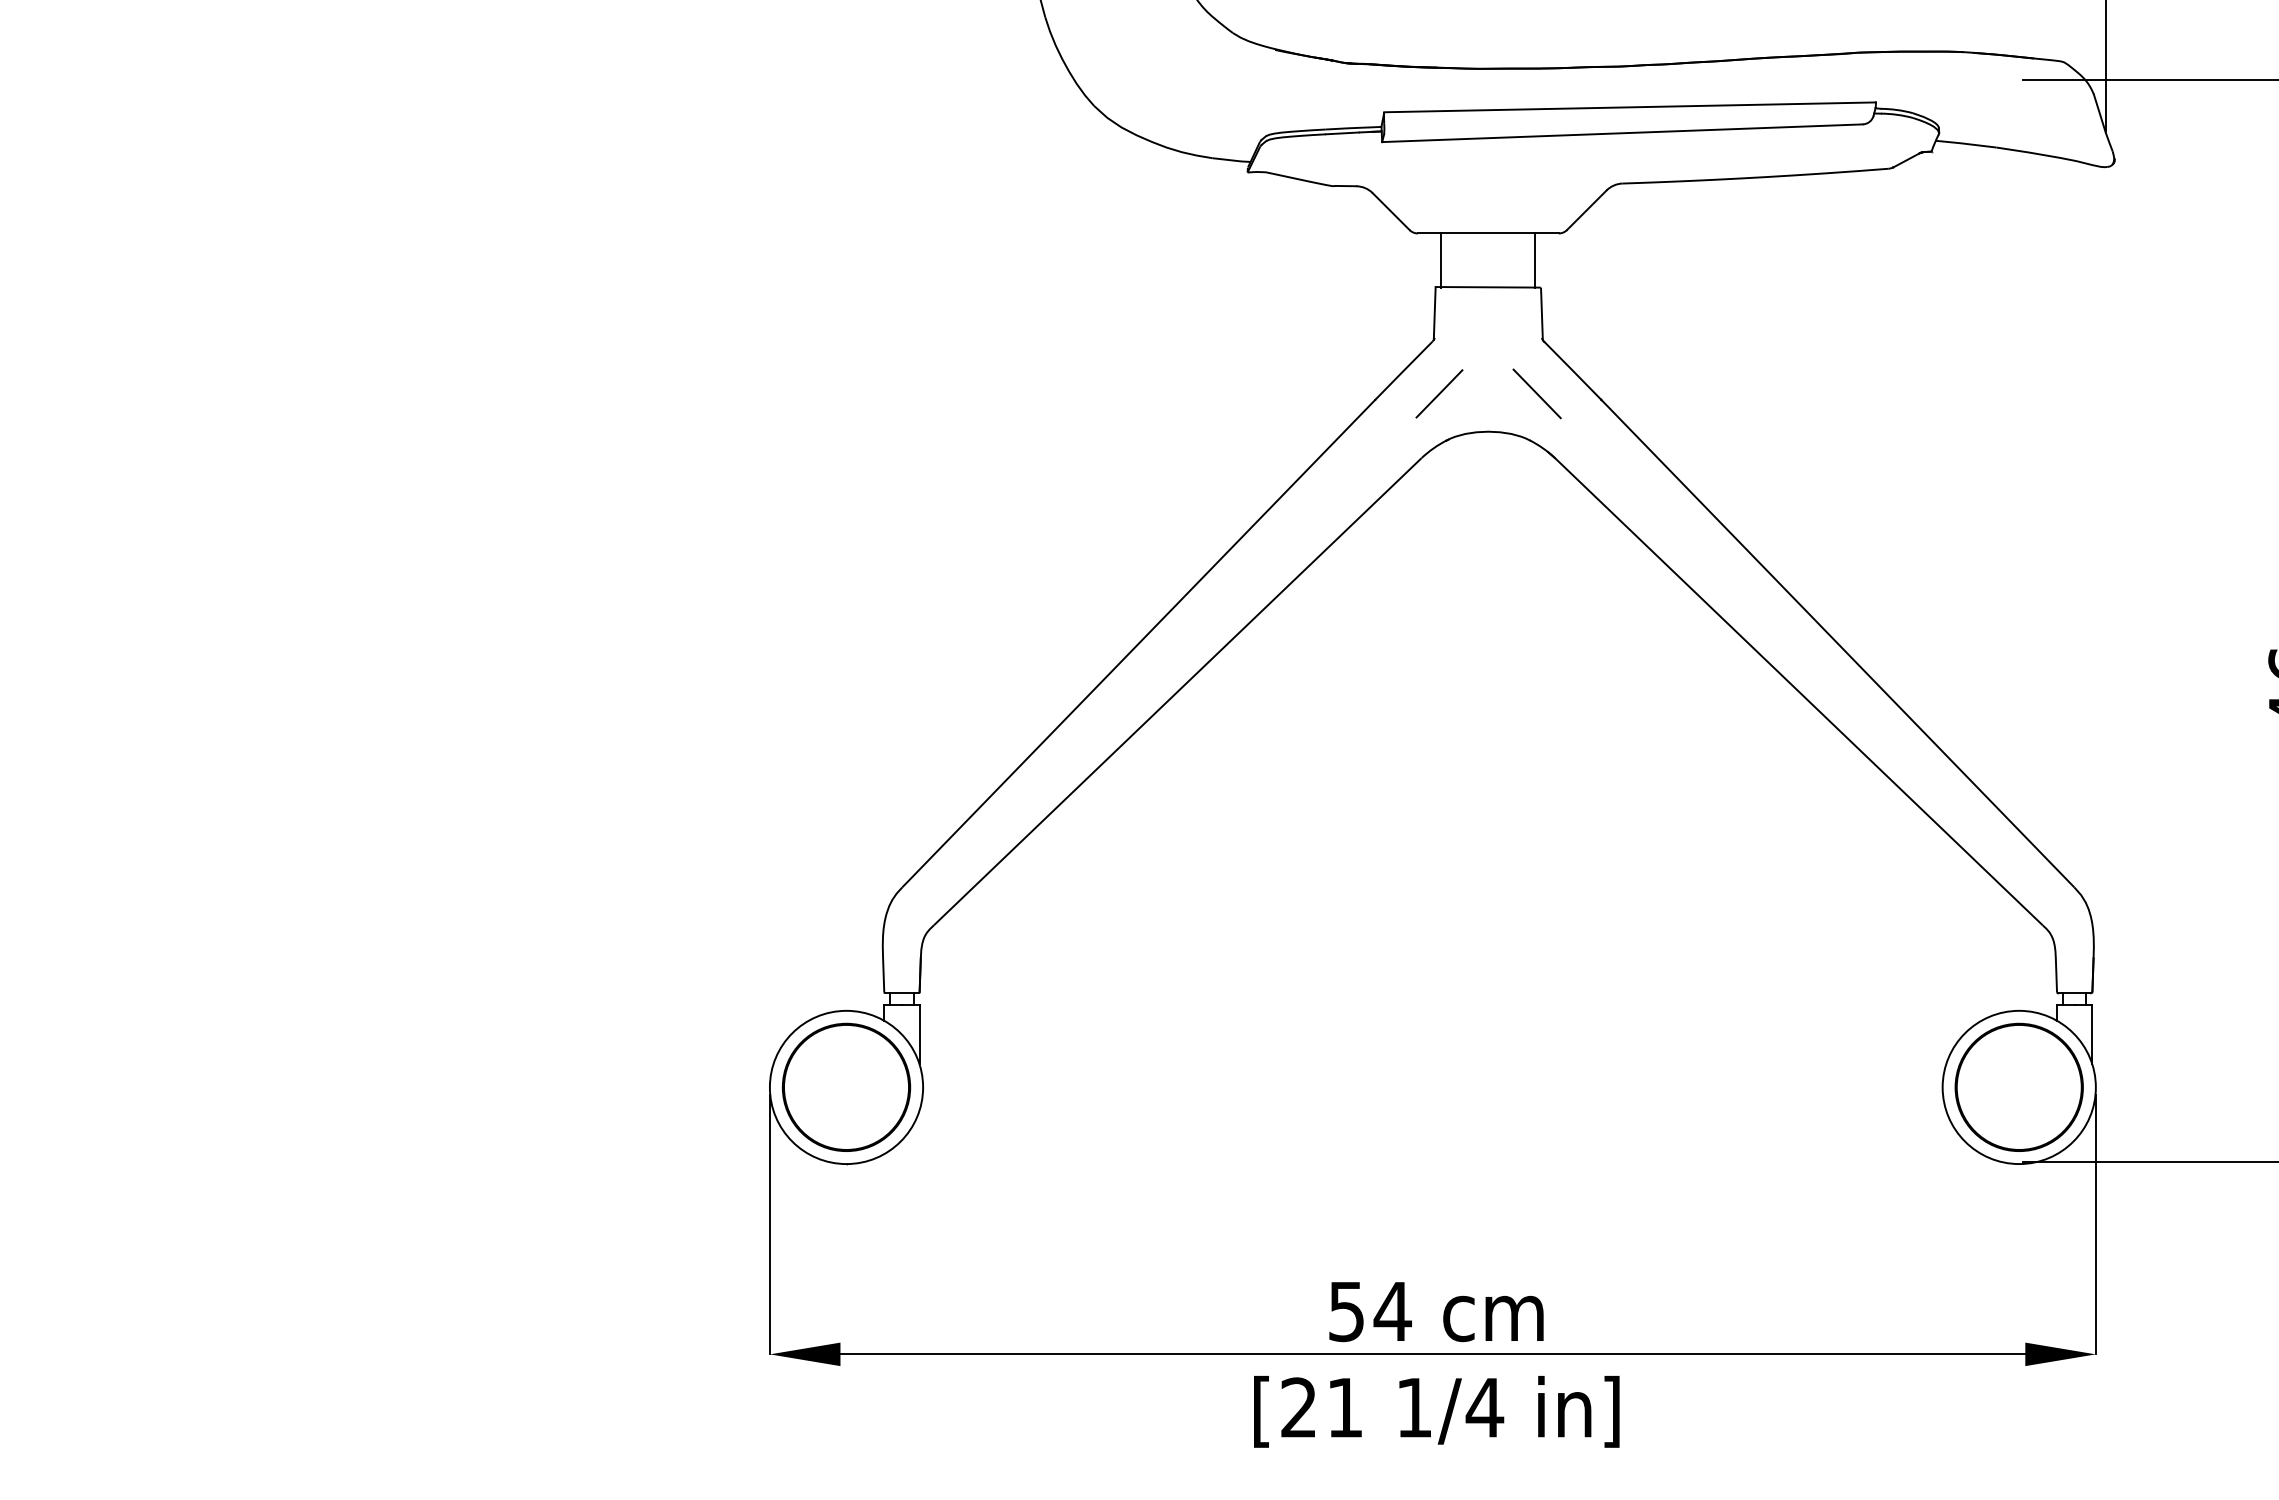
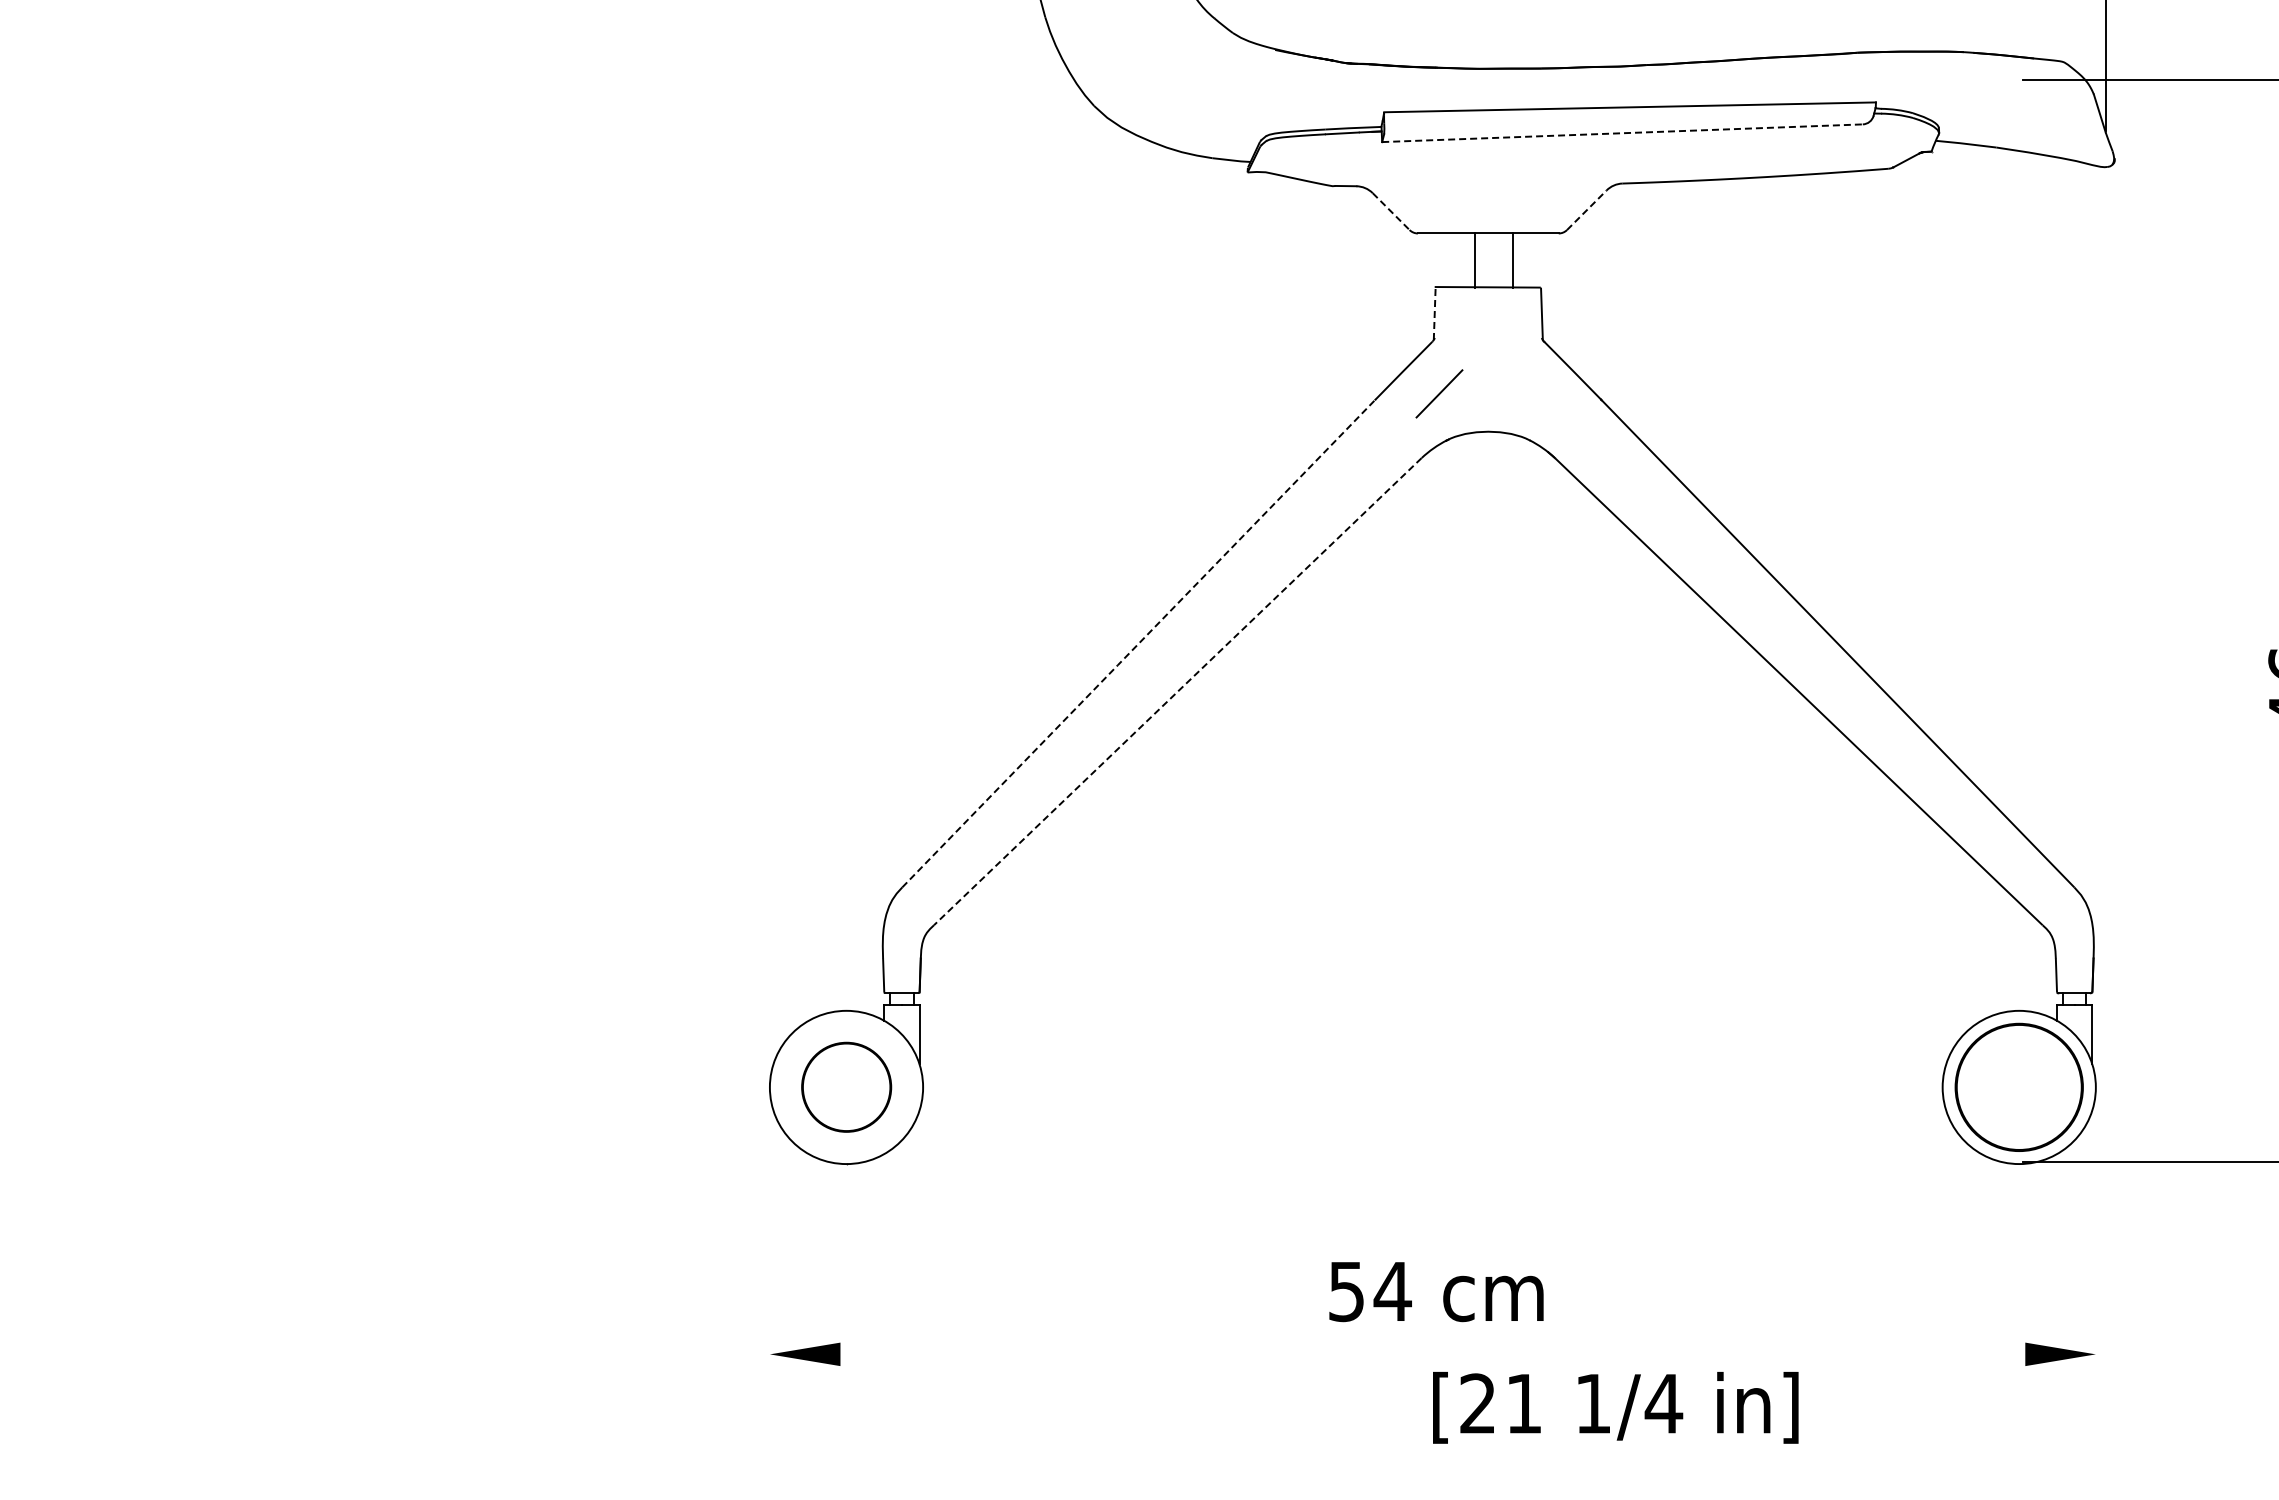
line at (1622, 133): solid -> dashed
line at (1587, 209): solid -> dashed
line at (1391, 211): solid -> dashed
line at (1441, 260) position: (1441, 260) -> (1475, 260)
line at (1535, 260) position: (1535, 260) -> (1513, 260)
line at (1434, 314): solid -> dashed
line at (1536, 393): present -> none
line at (1138, 643): solid -> dashed
line at (1176, 692): solid -> dashed
part at (846, 1086) size: 130x130 px -> 92x92 px
line at (769, 1224): present -> none
line at (2095, 1224): present -> none
text at (1436, 1312) position: (1436, 1312) -> (1436, 1292)
line at (1432, 1354): present -> none
text at (1436, 1411) position: (1436, 1411) -> (1615, 1407)
